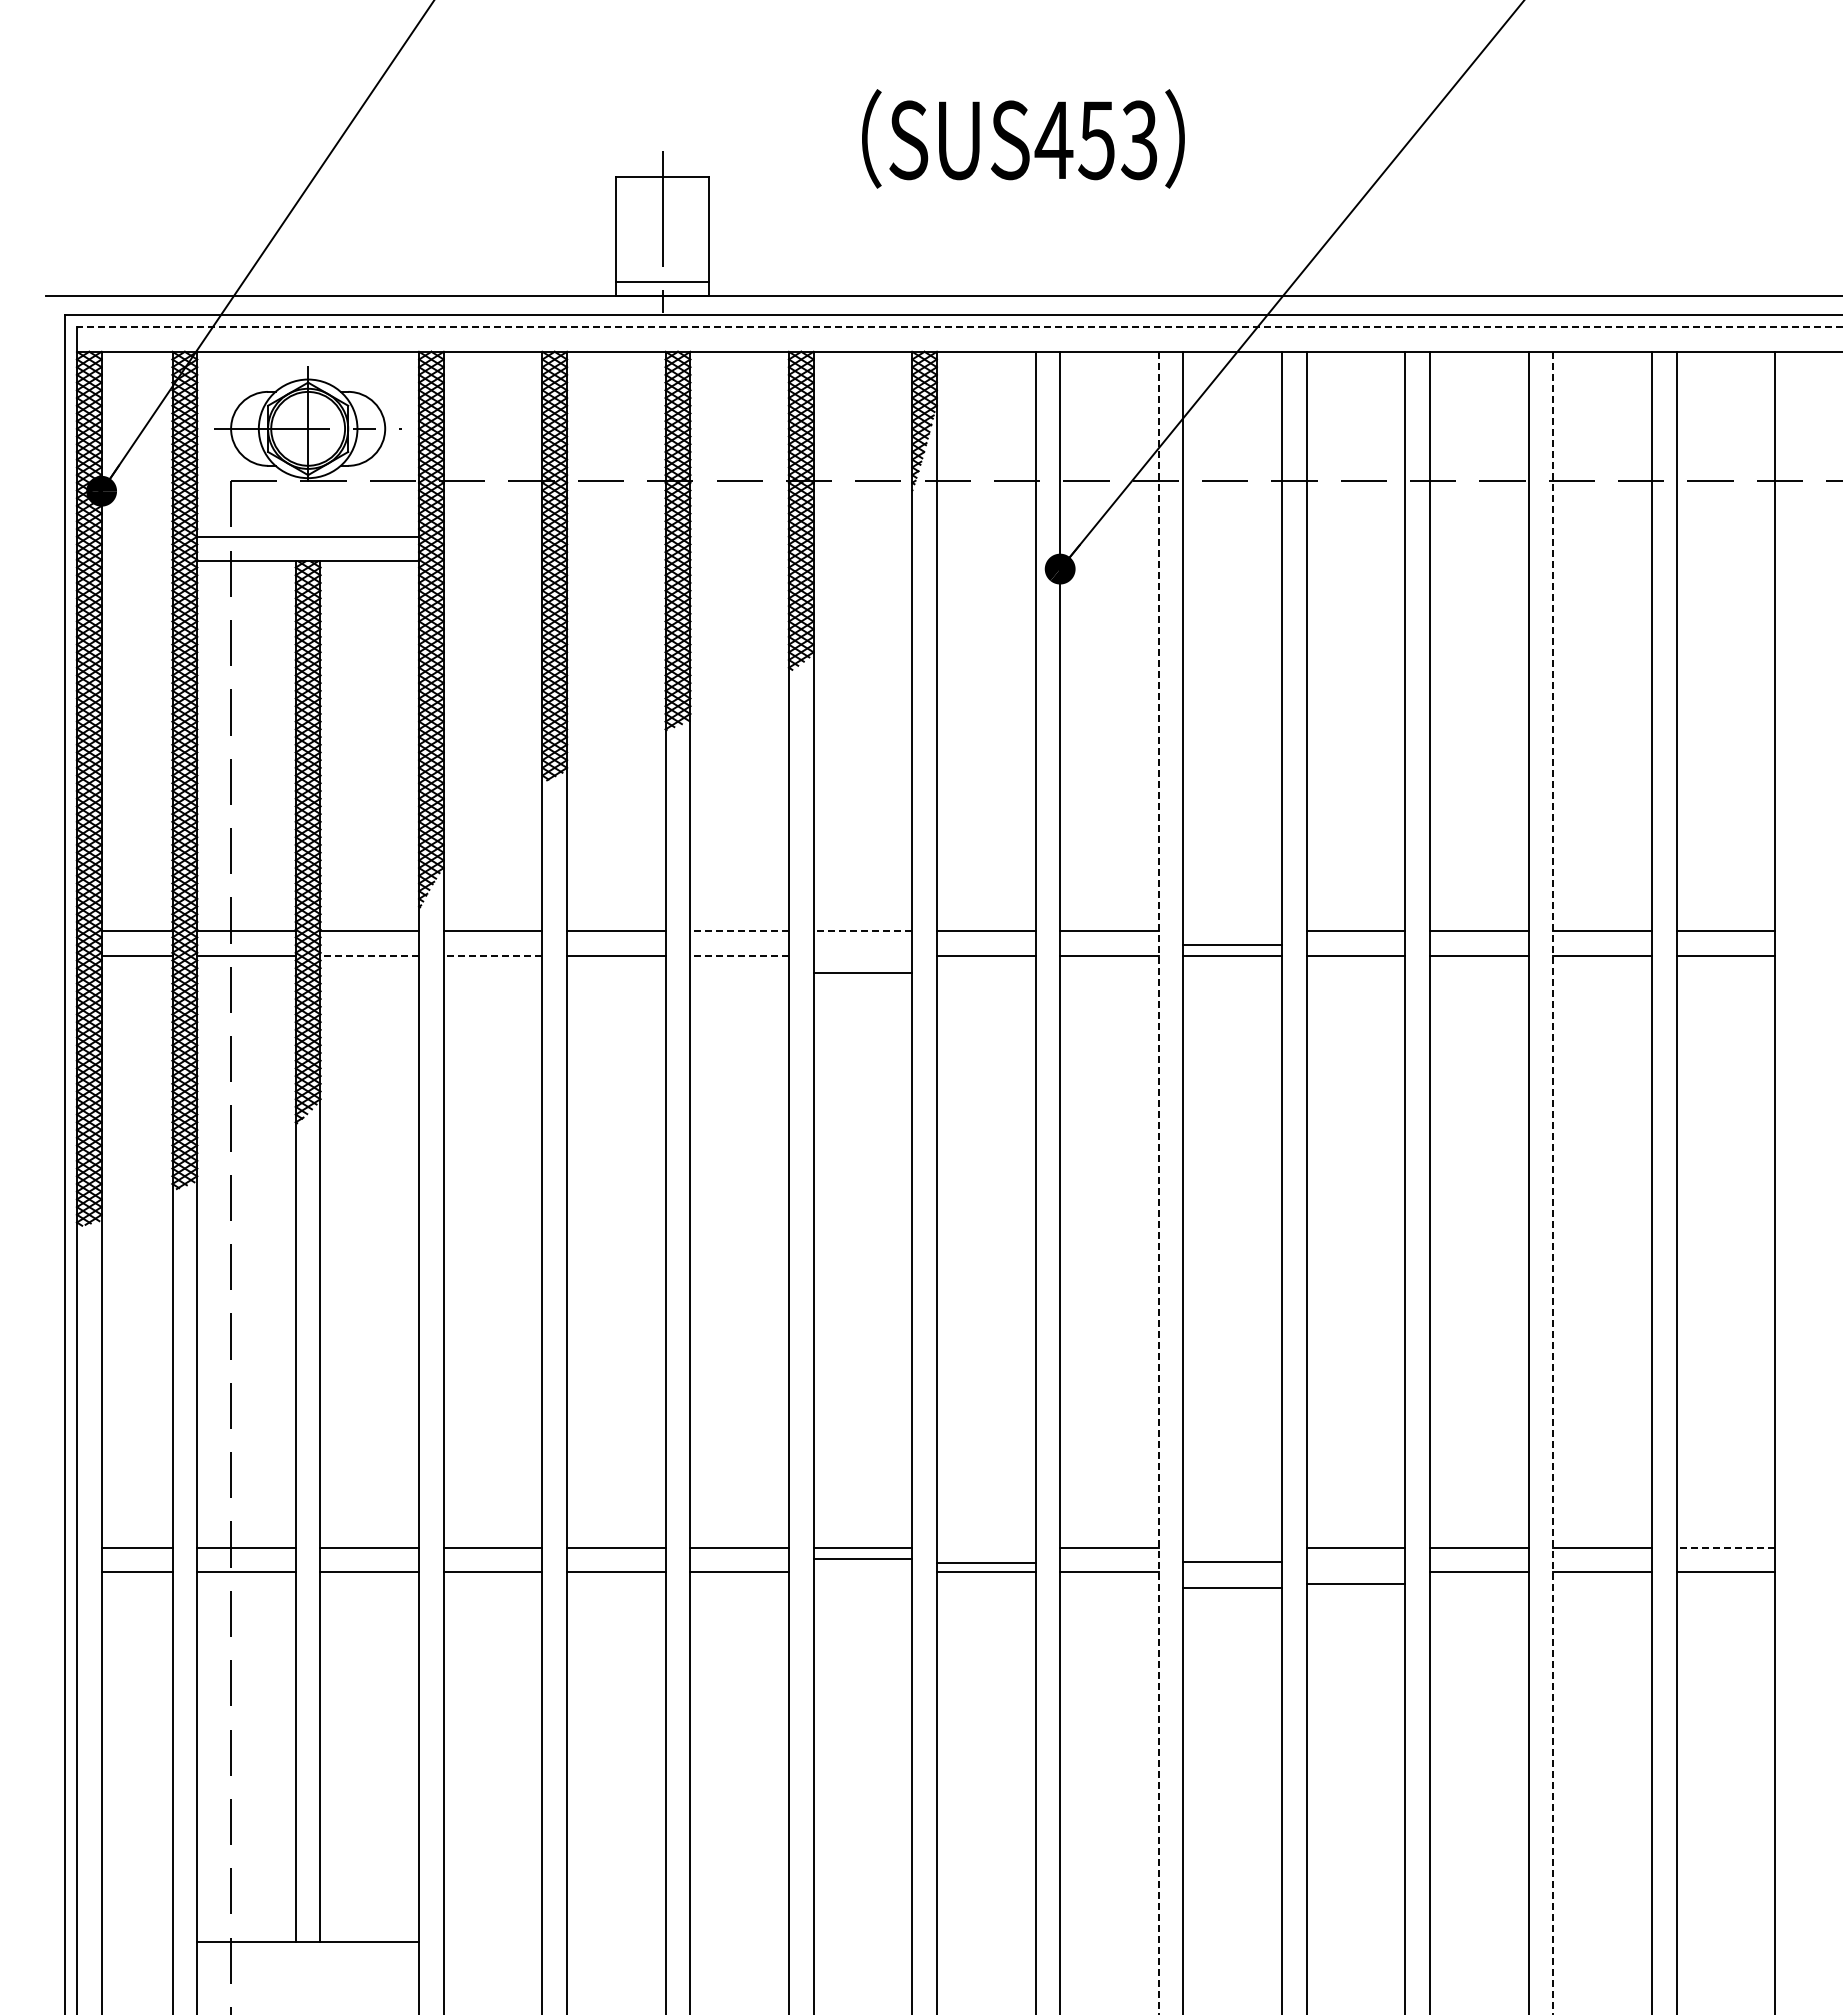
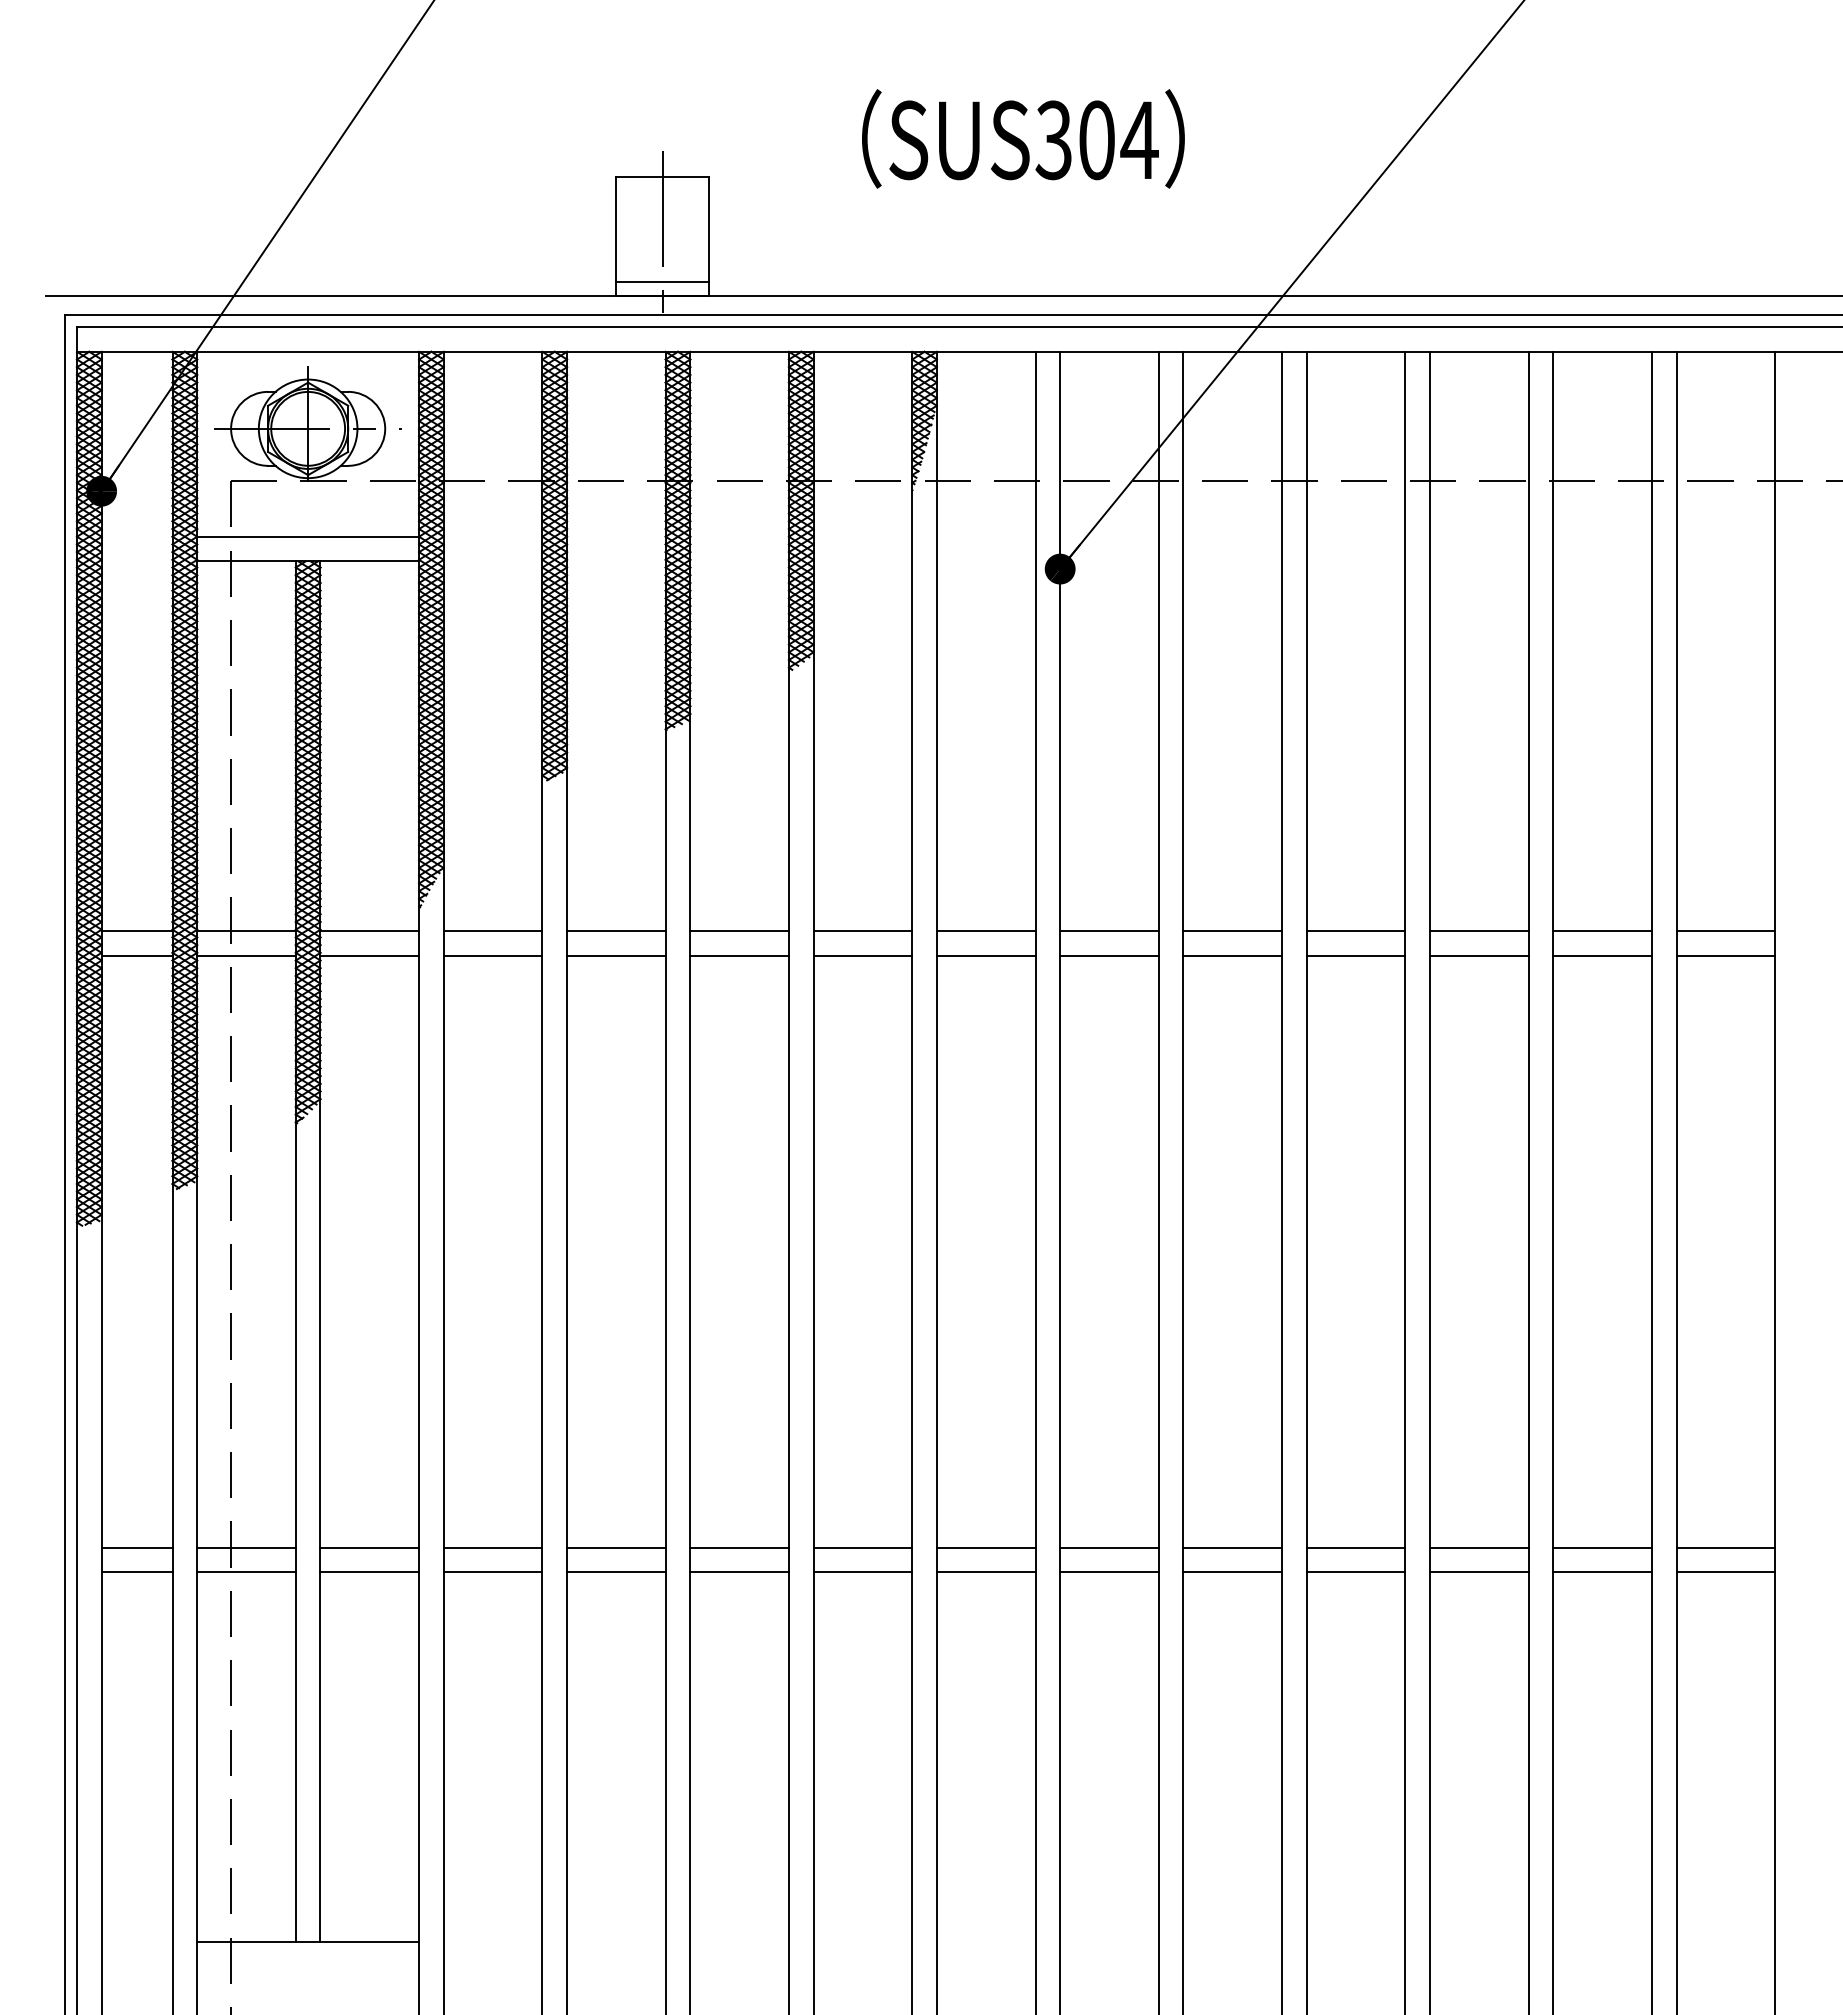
text at (1096, 140): SUS453 -> SUS304
line at (959, 327): dashed -> solid
line at (739, 931): dashed -> solid
line at (862, 931): dashed -> solid
line at (1232, 945) position: (1232, 945) -> (1232, 931)
line at (369, 955): dashed -> solid
line at (492, 955): dashed -> solid
line at (739, 955): dashed -> solid
line at (862, 972) position: (862, 972) -> (862, 955)
line at (1158, 1183): dashed -> solid
line at (1553, 1183): dashed -> solid
line at (1725, 1547): dashed -> solid
line at (862, 1559) position: (862, 1559) -> (862, 1572)
line at (1232, 1561) position: (1232, 1561) -> (1232, 1547)
line at (985, 1562) position: (985, 1562) -> (985, 1547)
line at (1355, 1584) position: (1355, 1584) -> (1355, 1572)
line at (1232, 1588) position: (1232, 1588) -> (1232, 1572)
